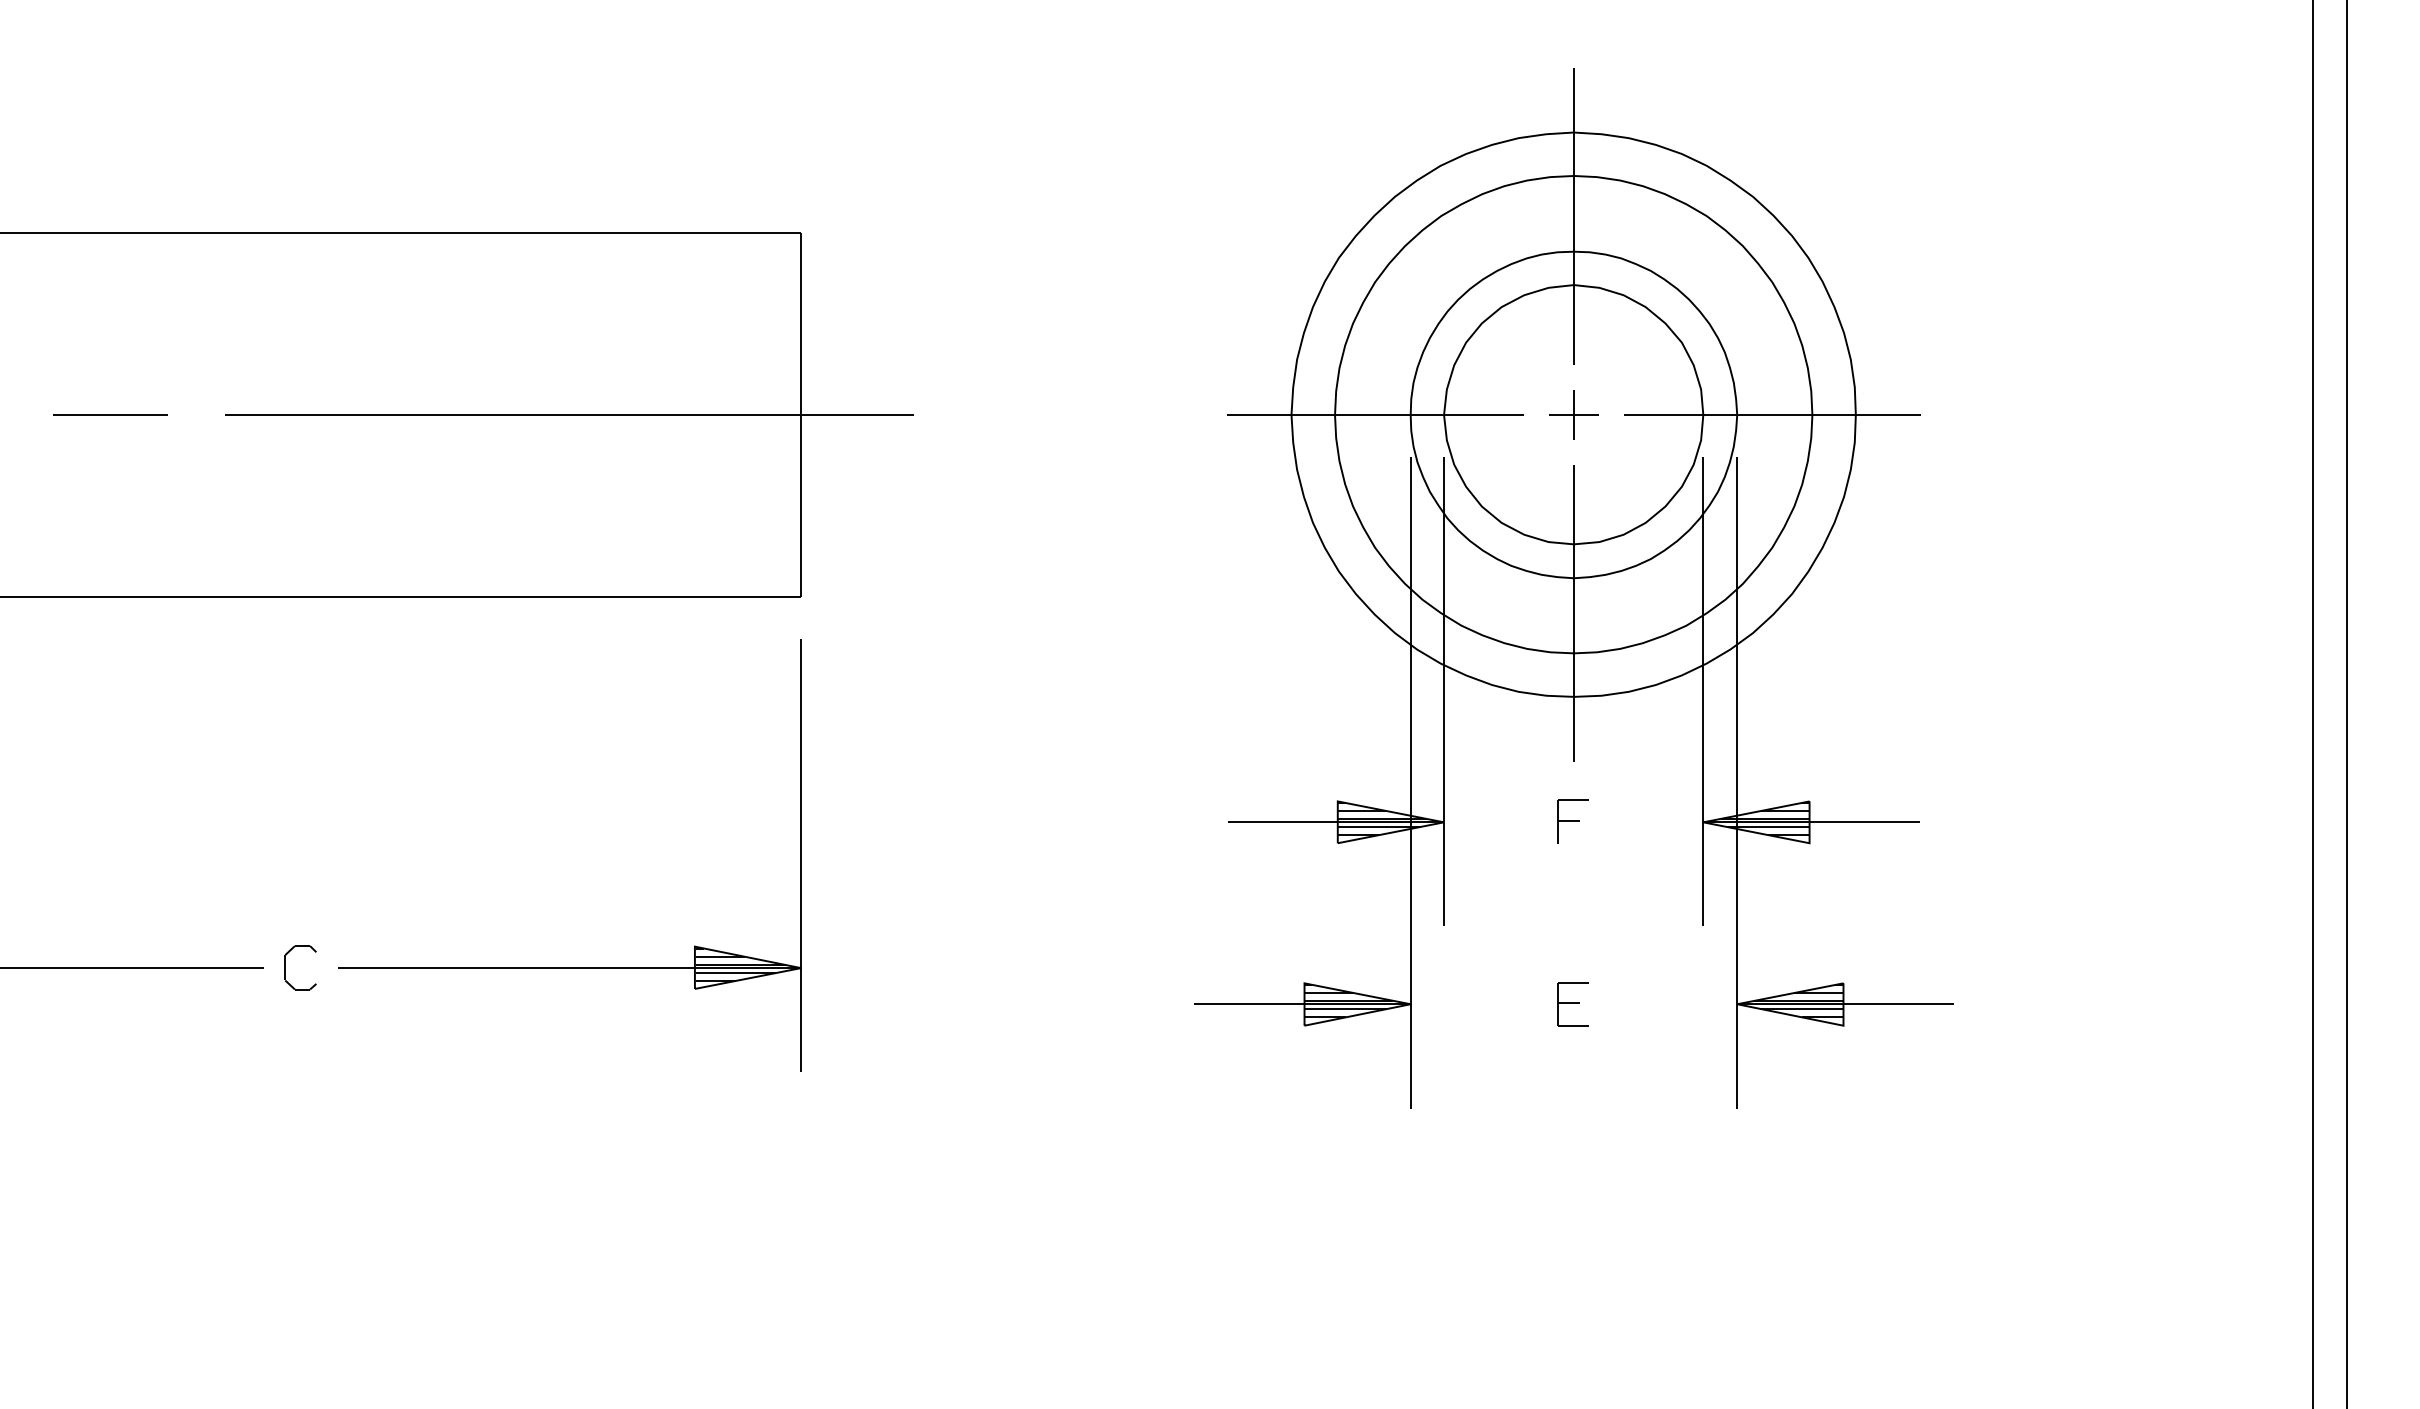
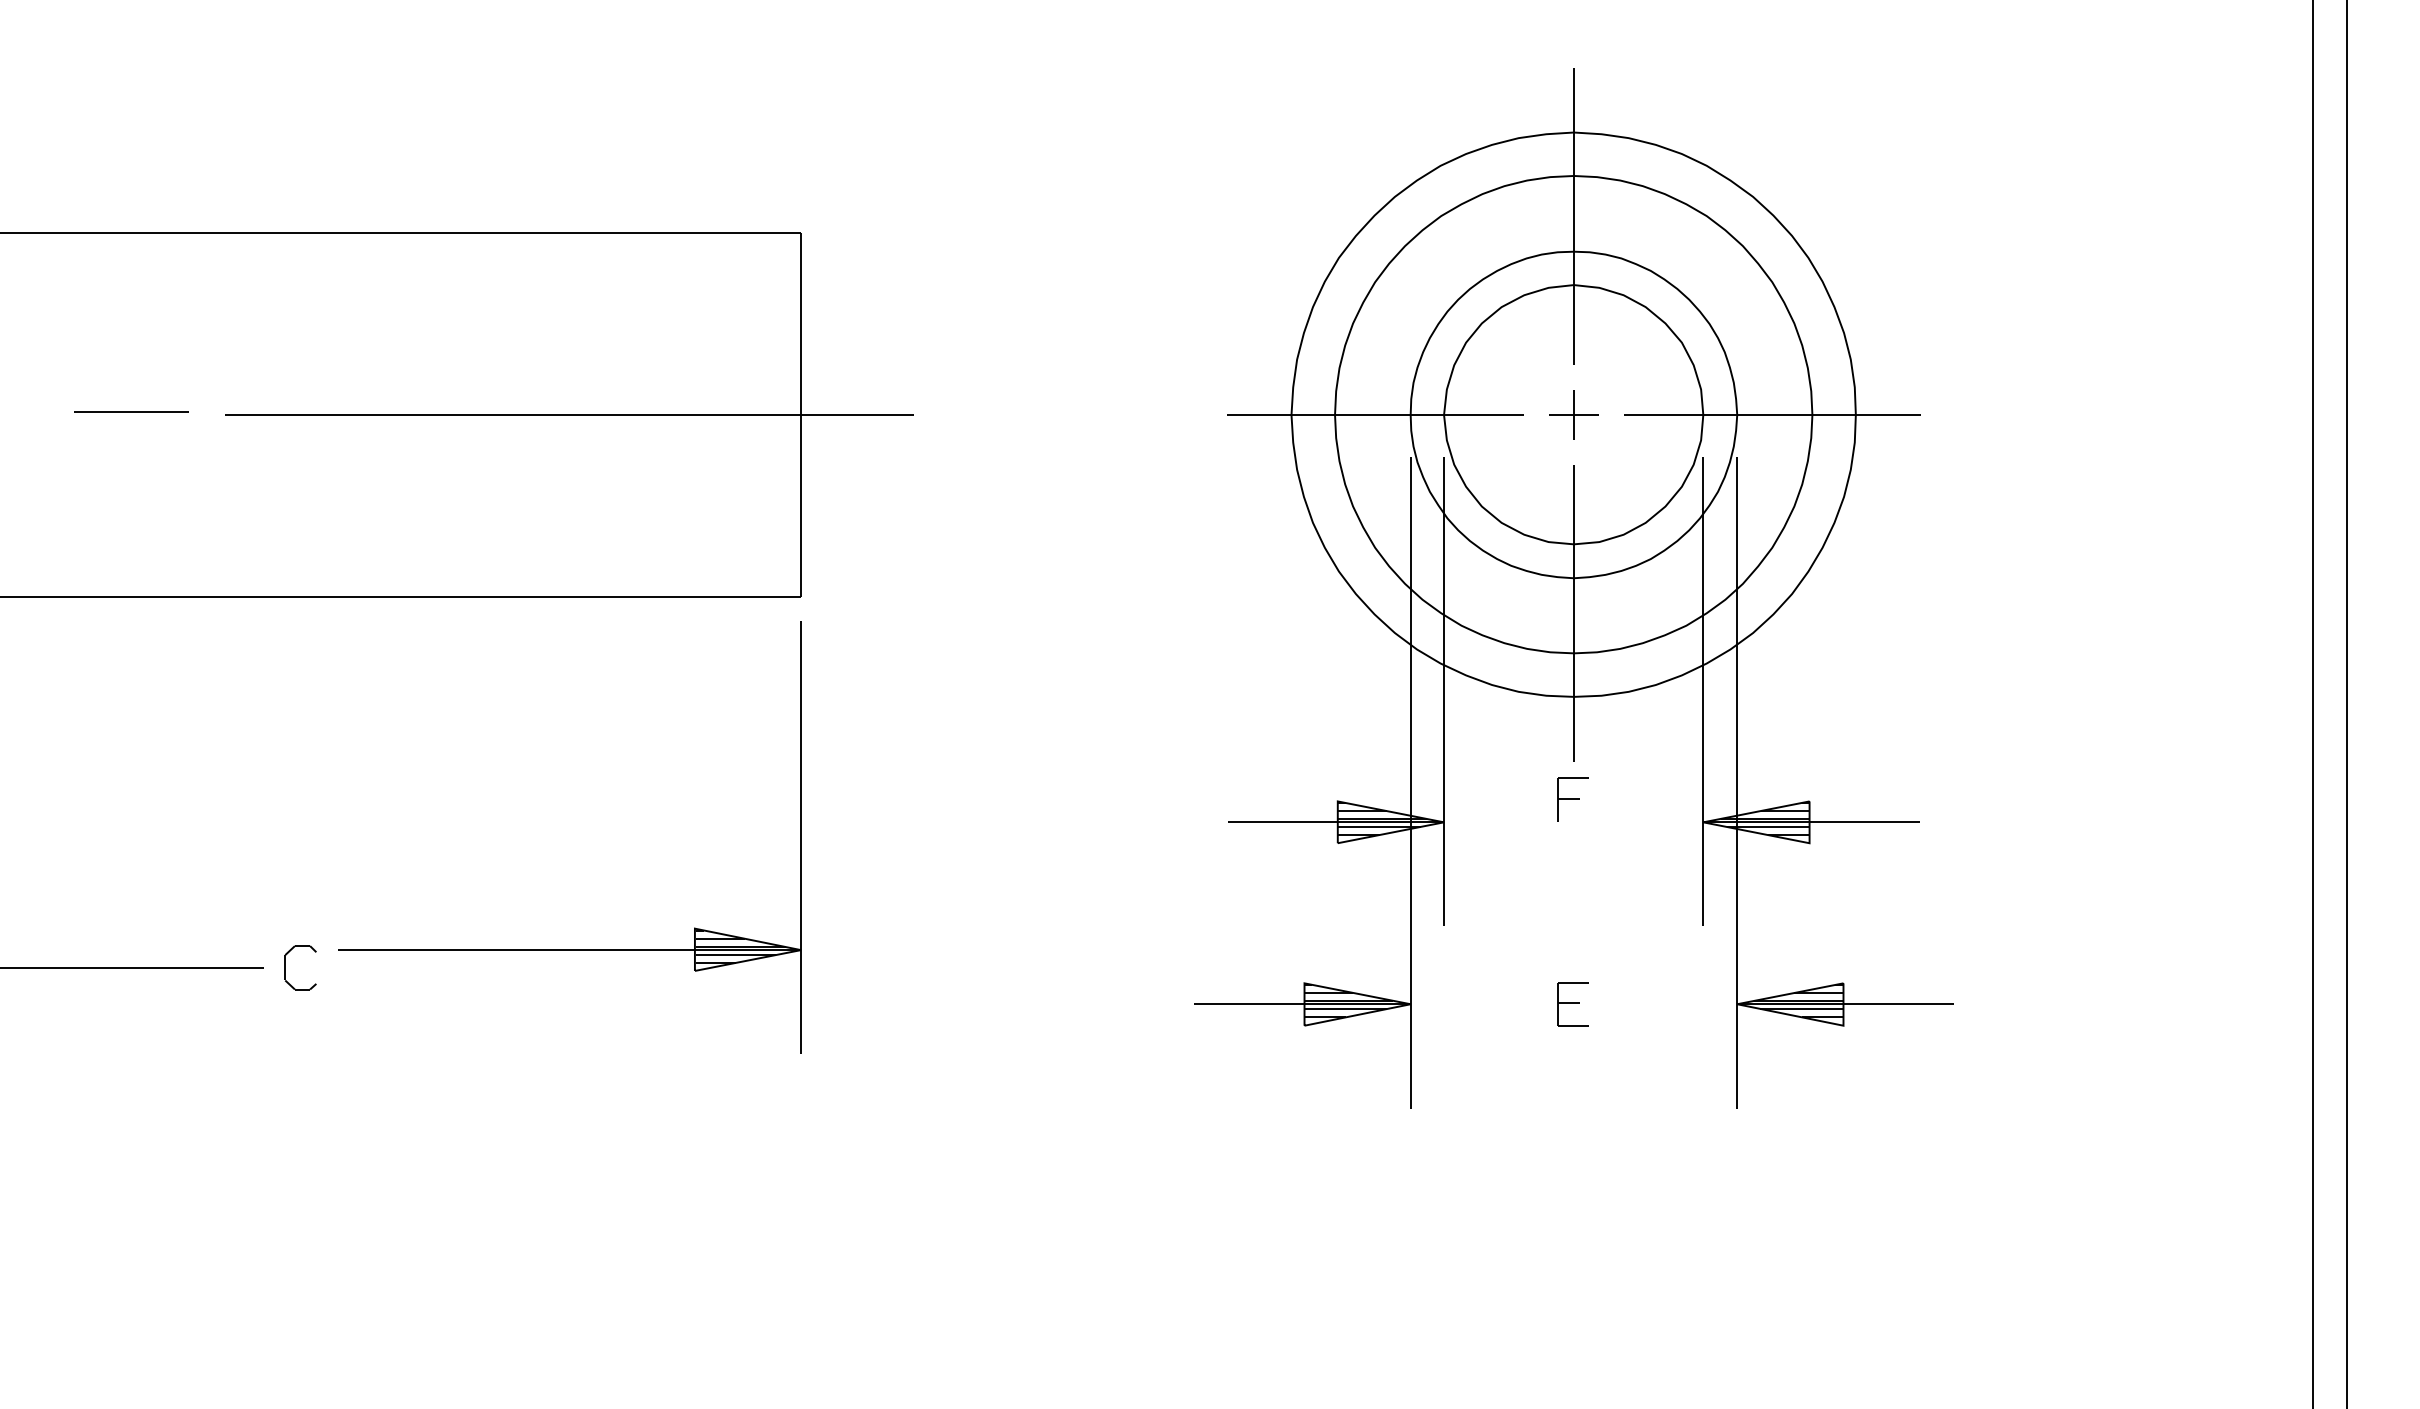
line at (110, 414) position: (110, 414) -> (131, 411)
part at (1572, 821) position: (1572, 821) -> (1572, 799)
part at (569, 967) position: (569, 967) -> (569, 949)
